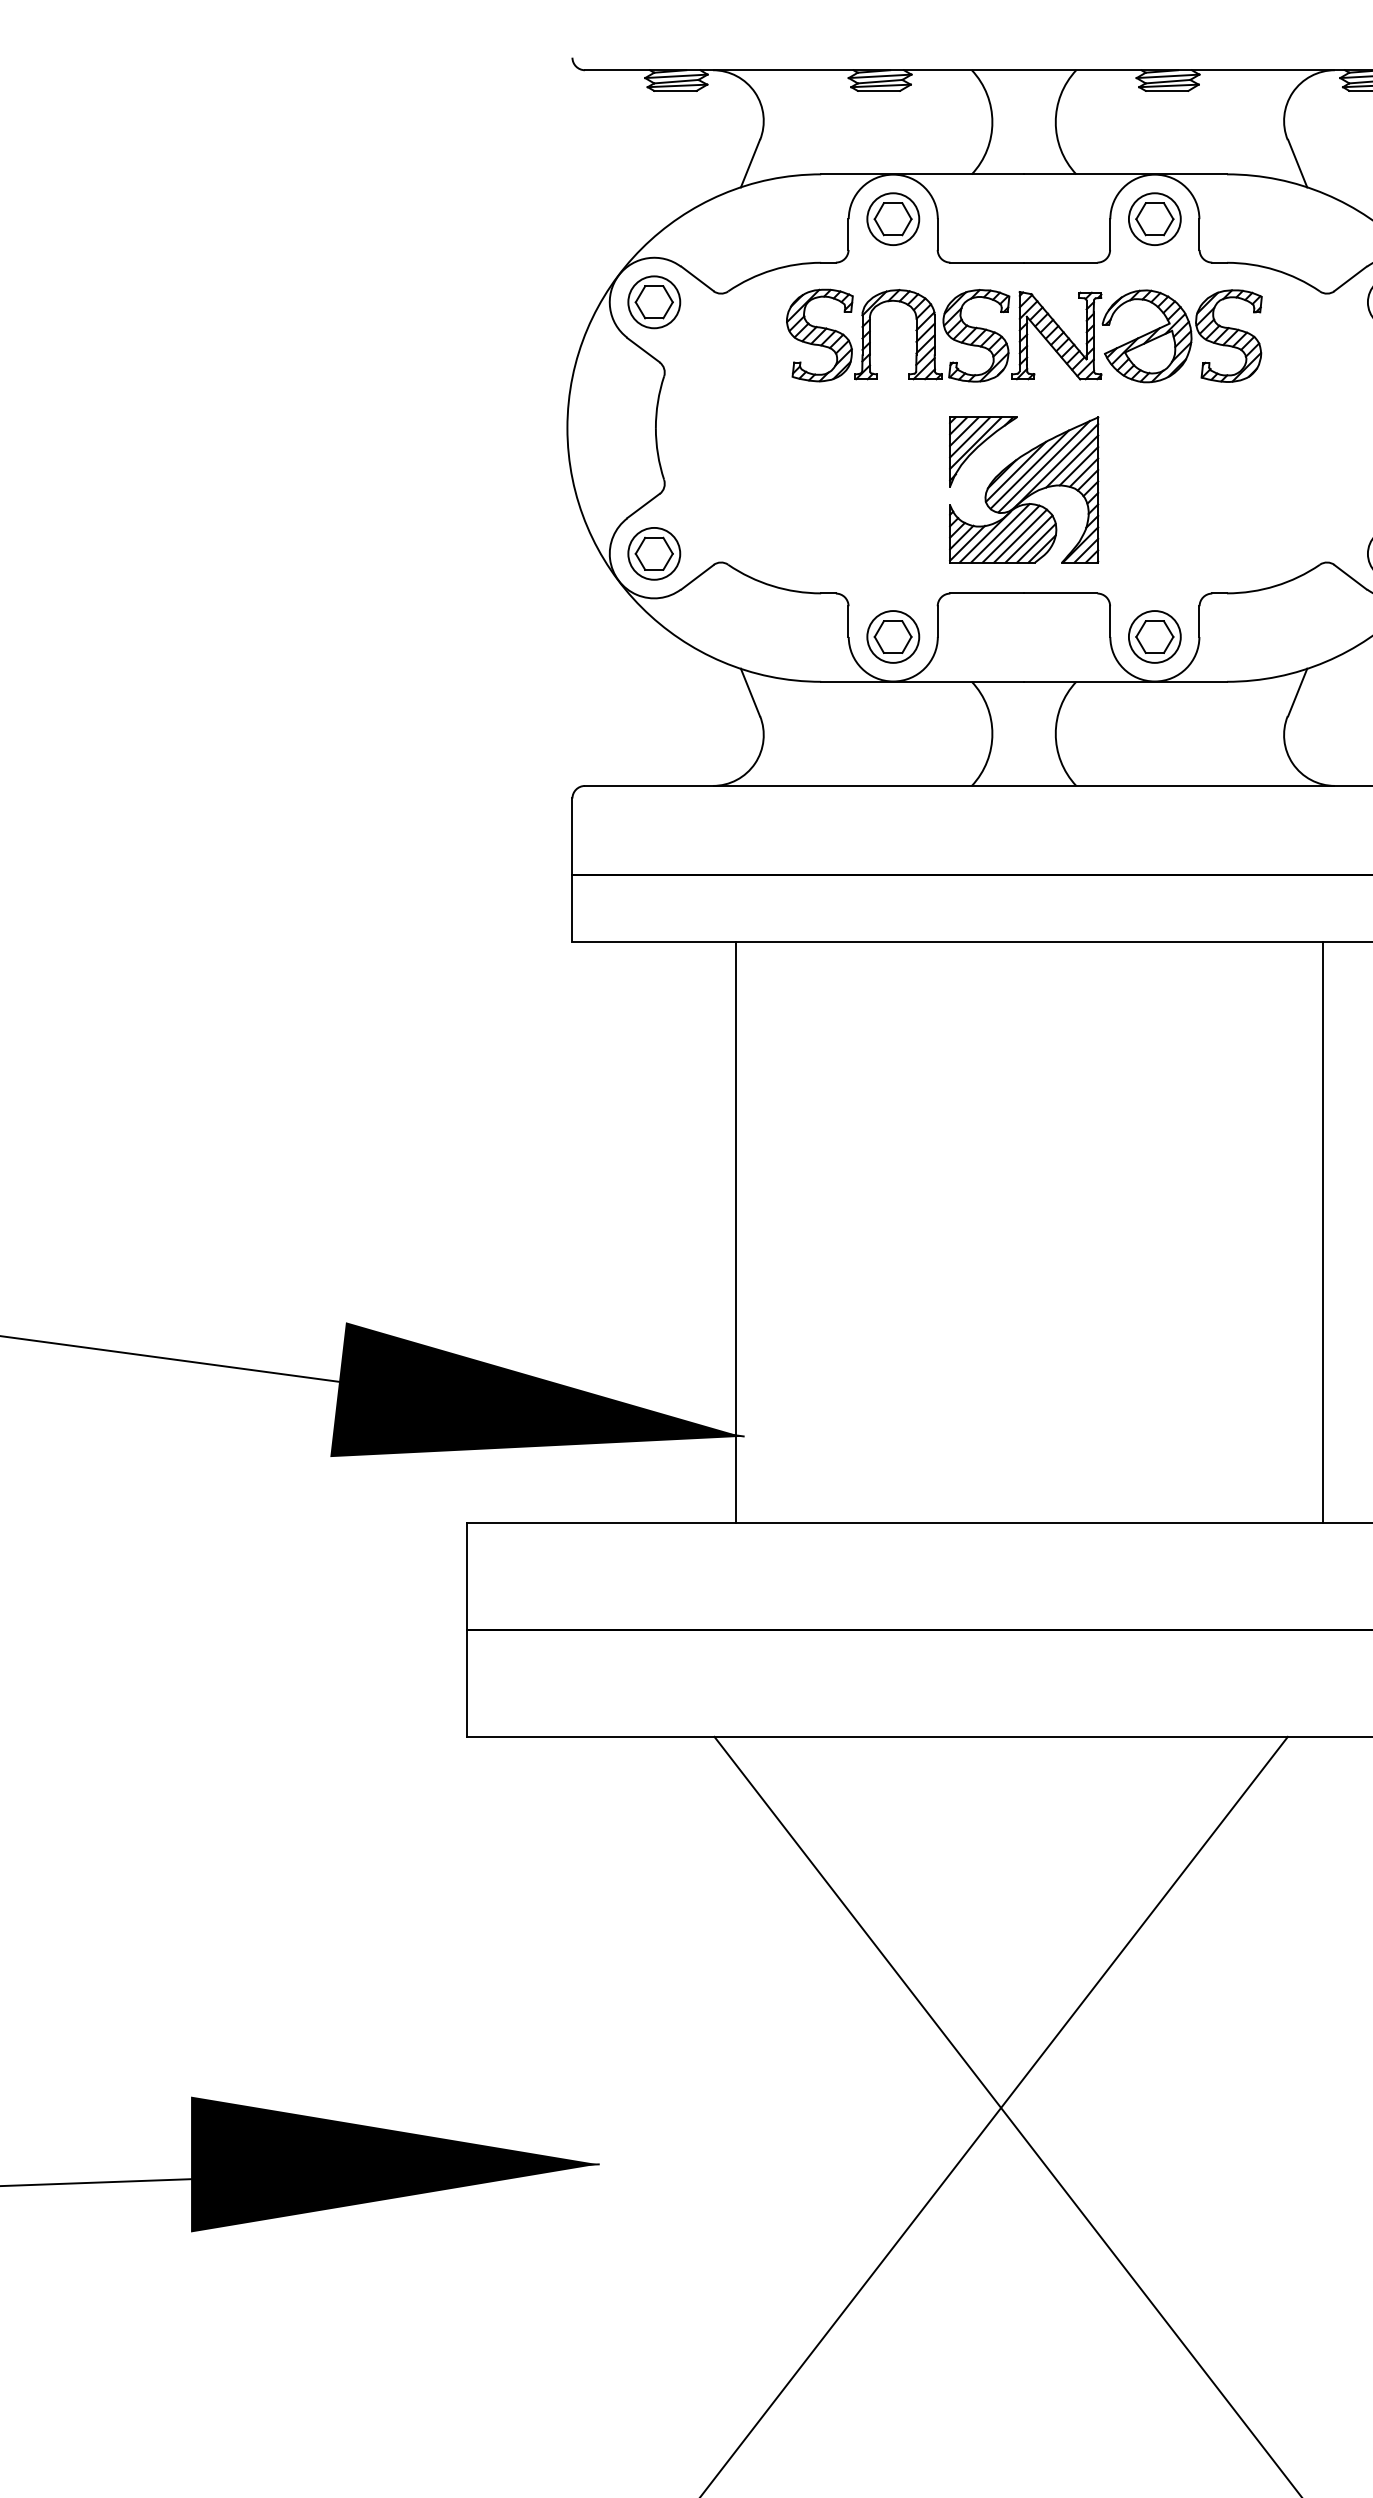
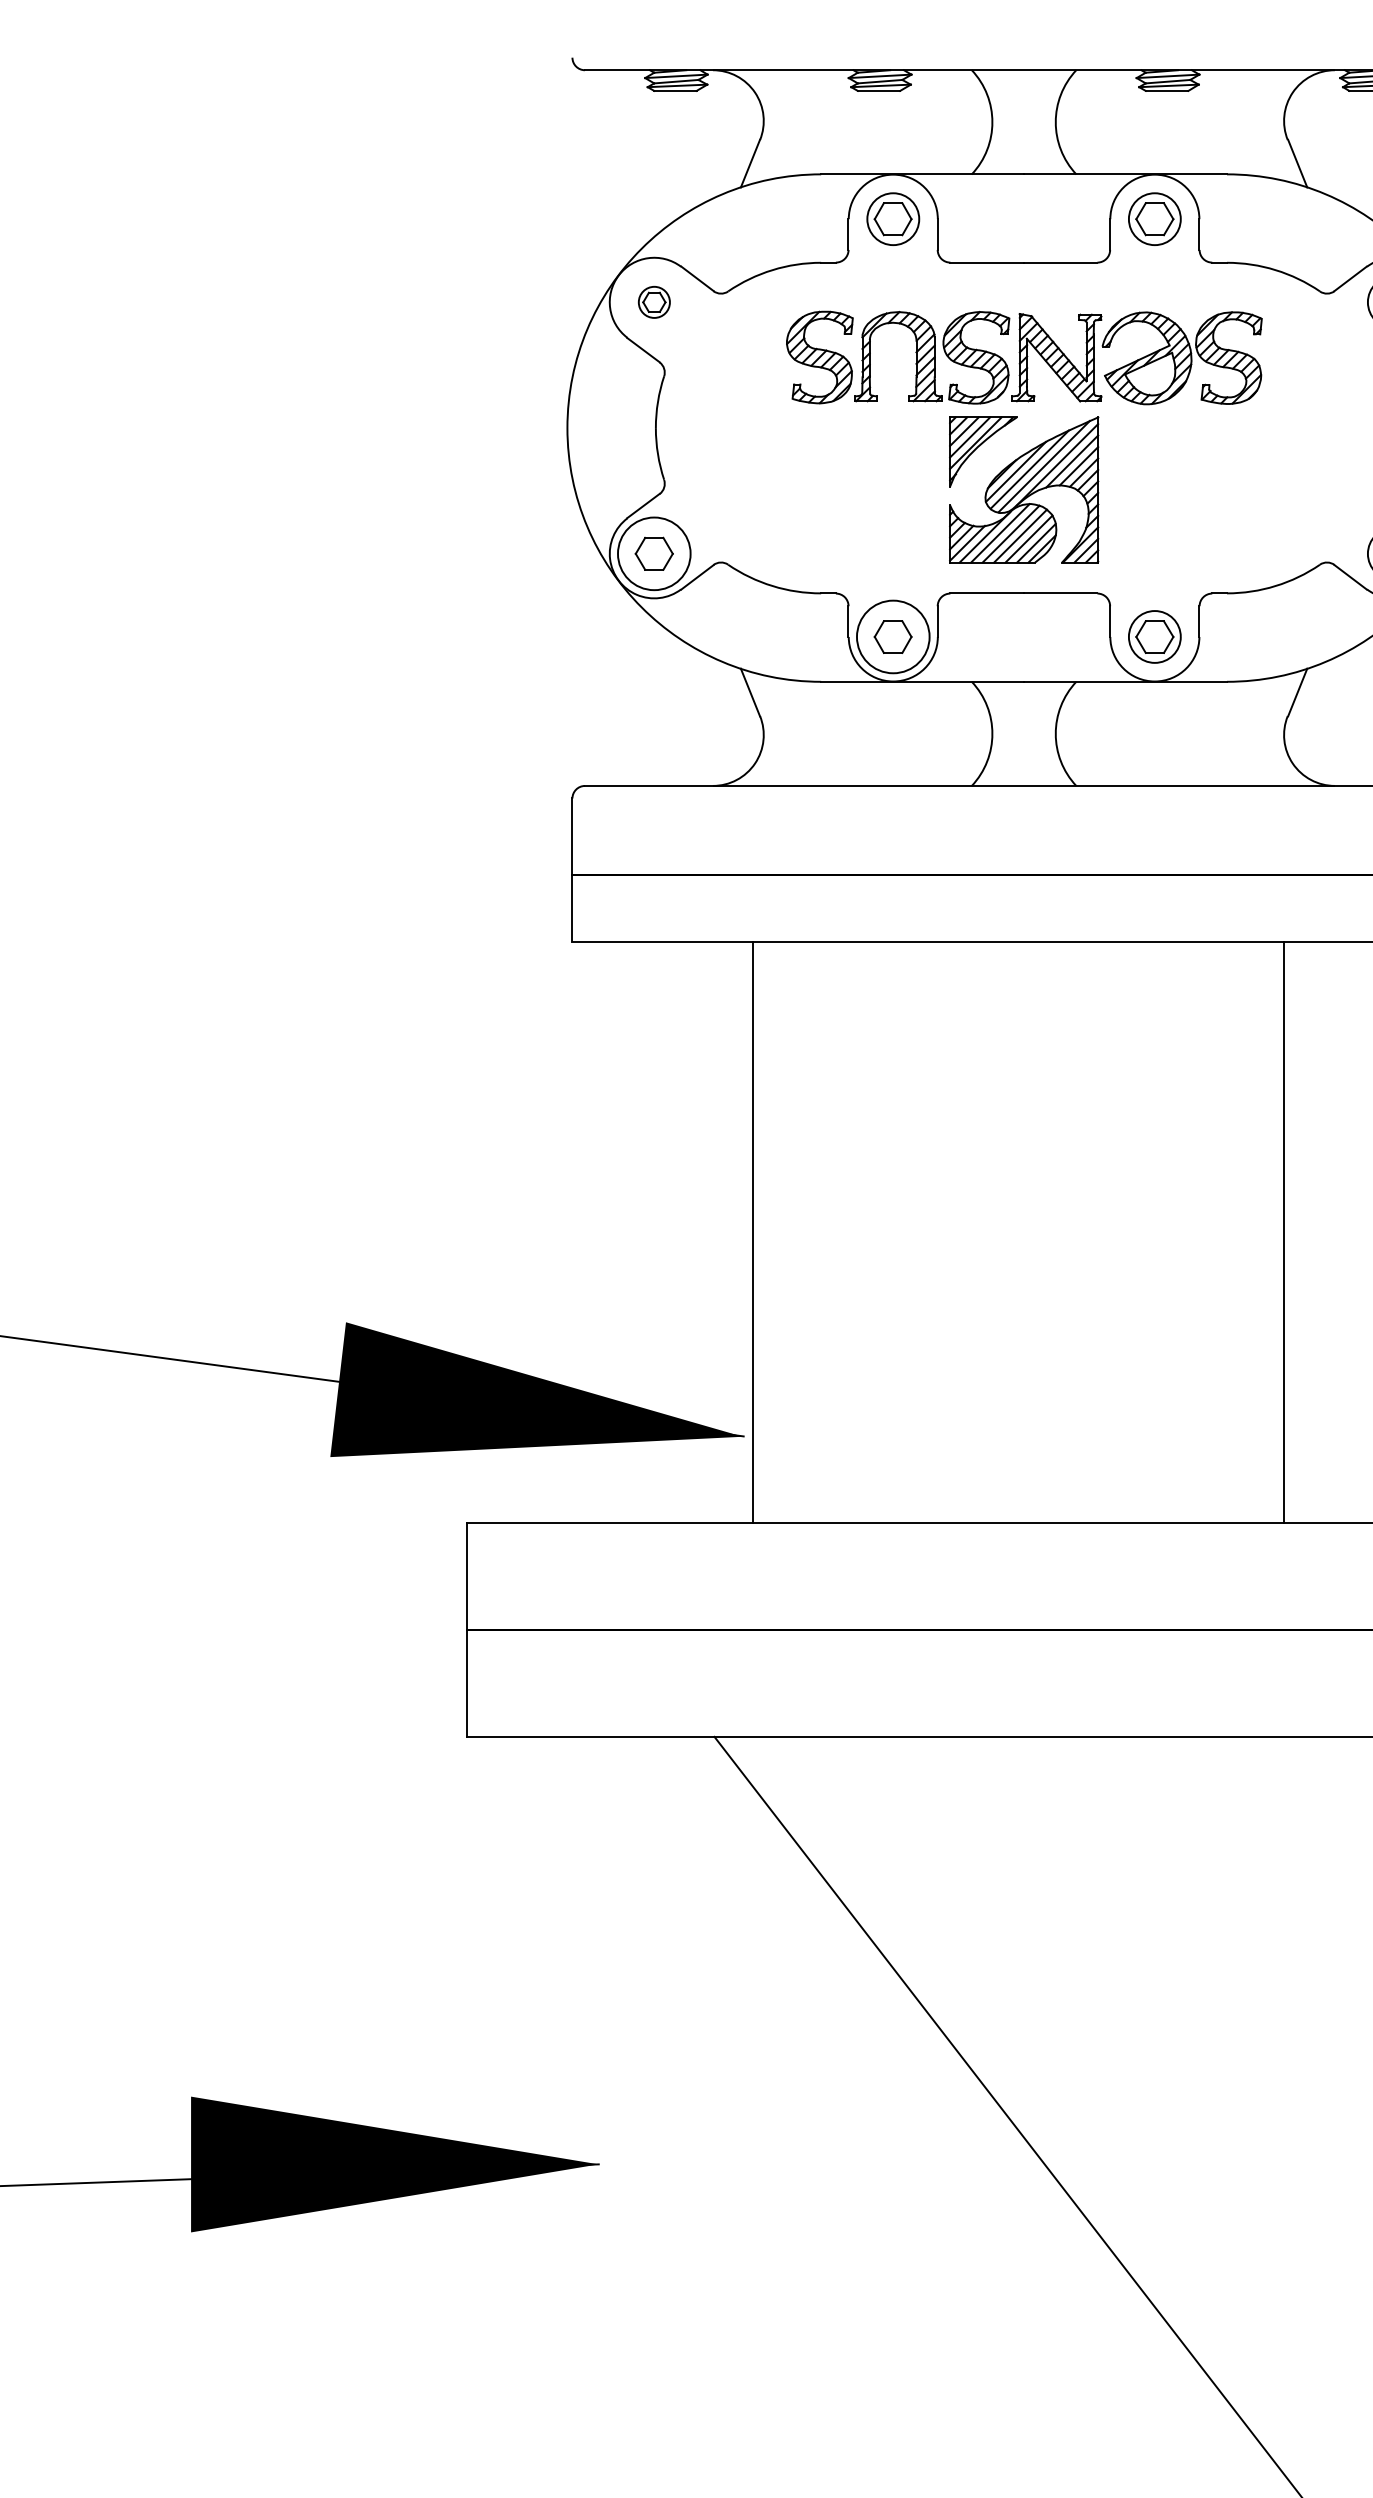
part at (654, 302) size: 55x55 px -> 34x34 px
part at (1024, 335) position: (1024, 335) -> (1024, 357)
circle at (654, 553) diameter: 52 px -> 73 px
circle at (893, 636) diameter: 52 px -> 73 px
line at (736, 1231) position: (736, 1231) -> (753, 1231)
line at (1322, 1232) position: (1322, 1232) -> (1283, 1232)
line at (994, 2115): present -> none
